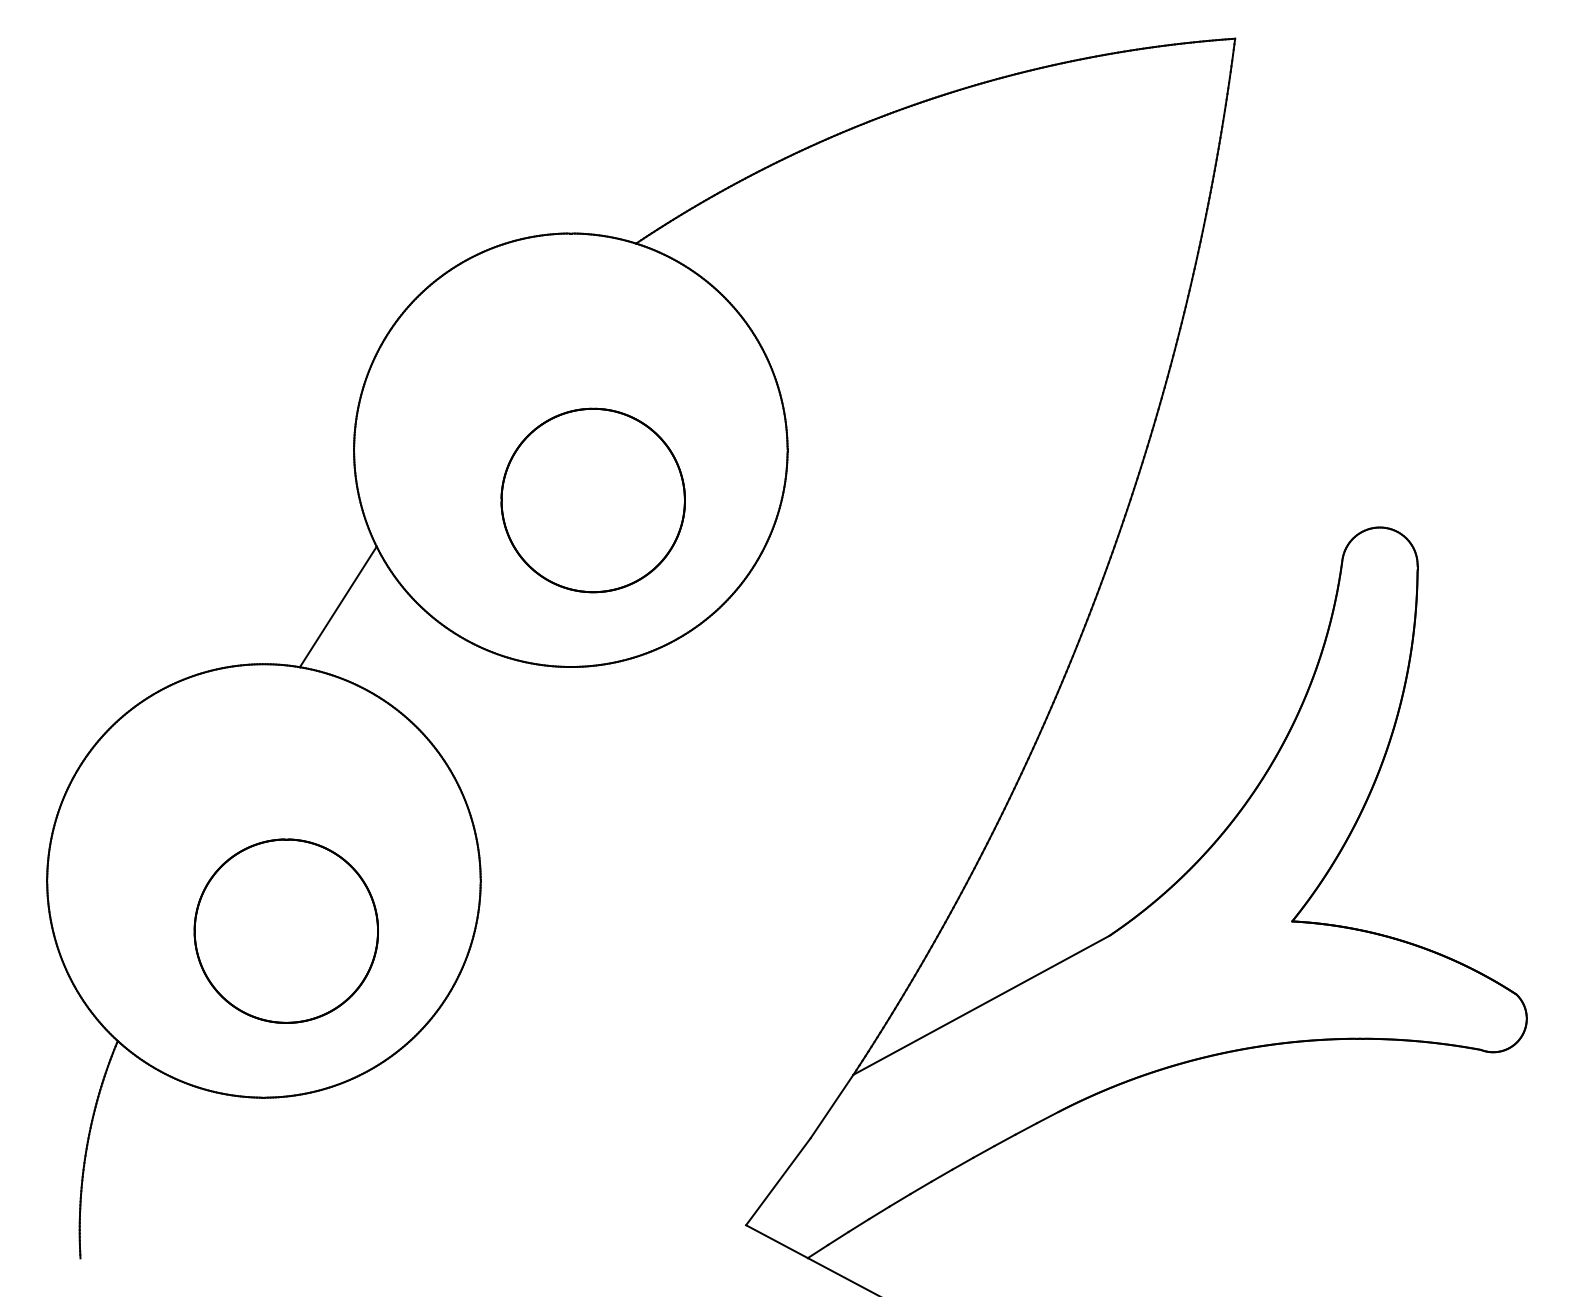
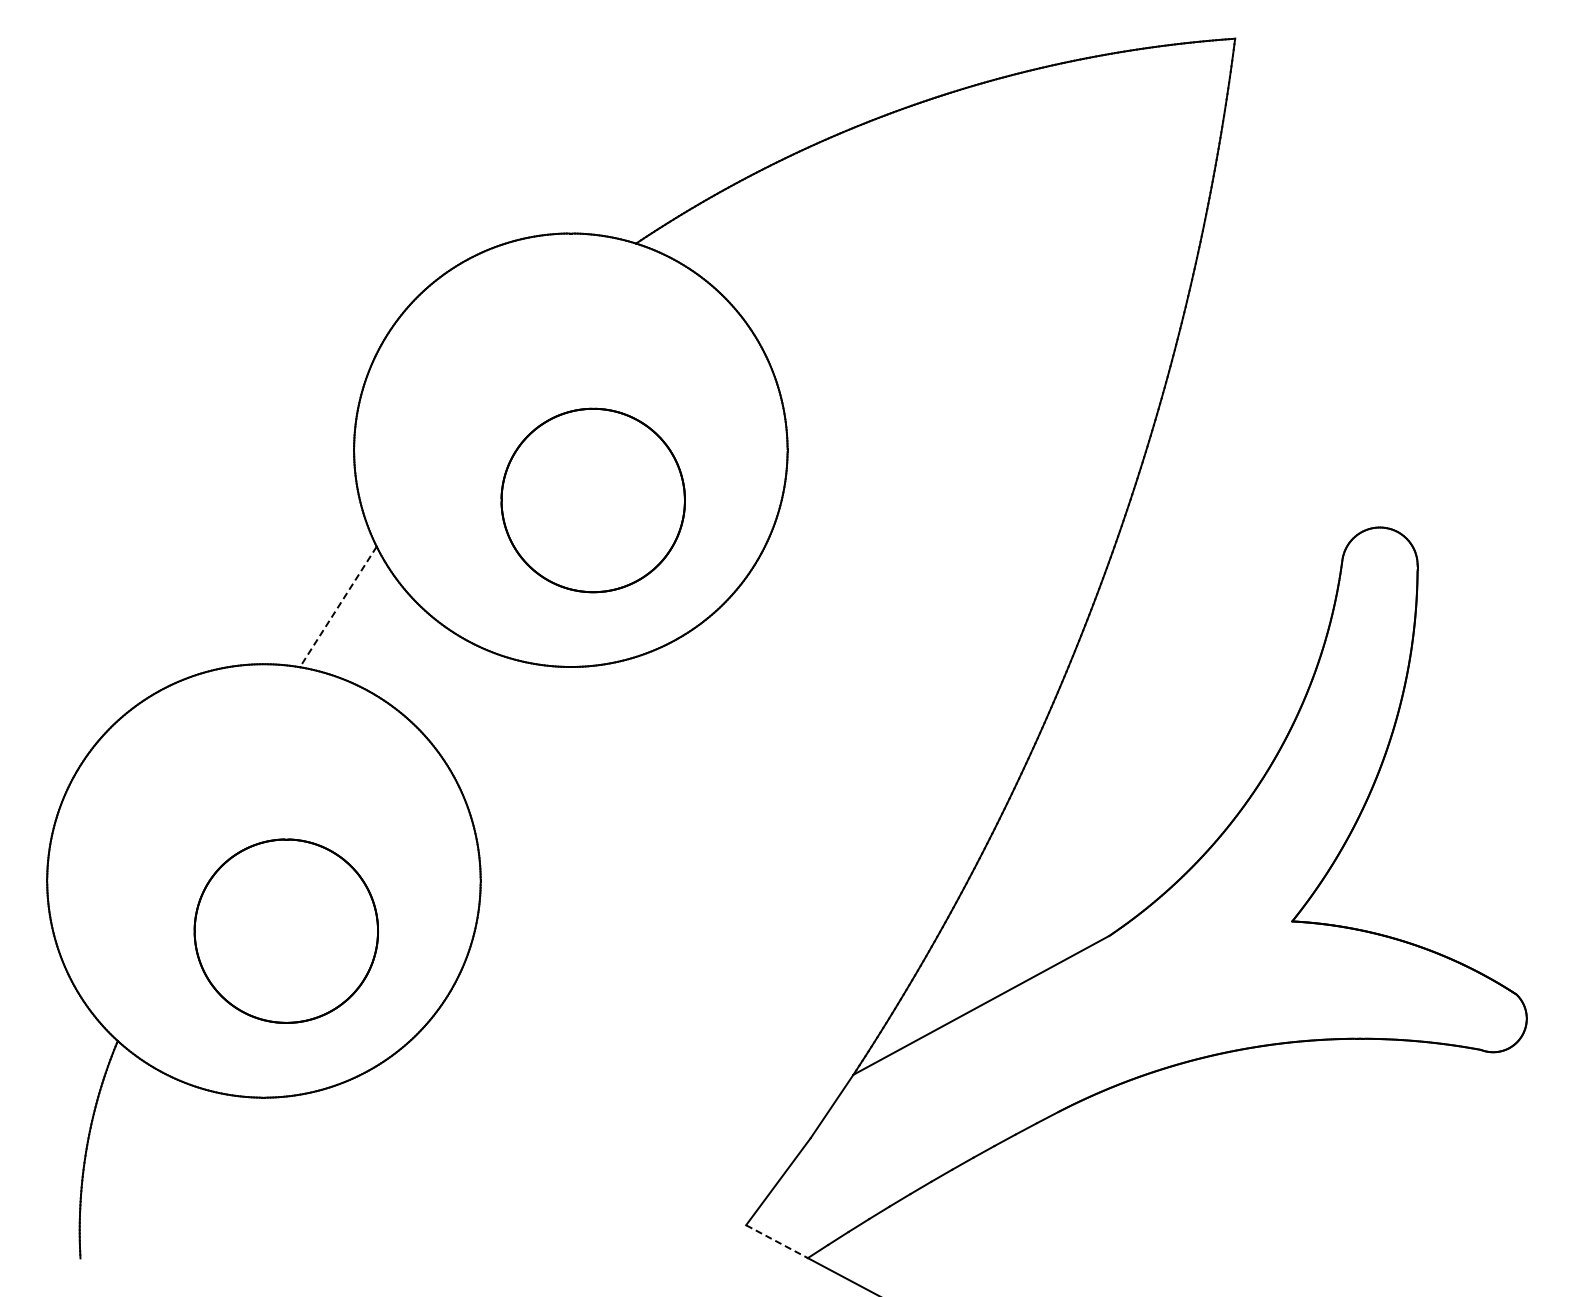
line at (338, 607): solid -> dashed
line at (777, 1241): solid -> dashed
